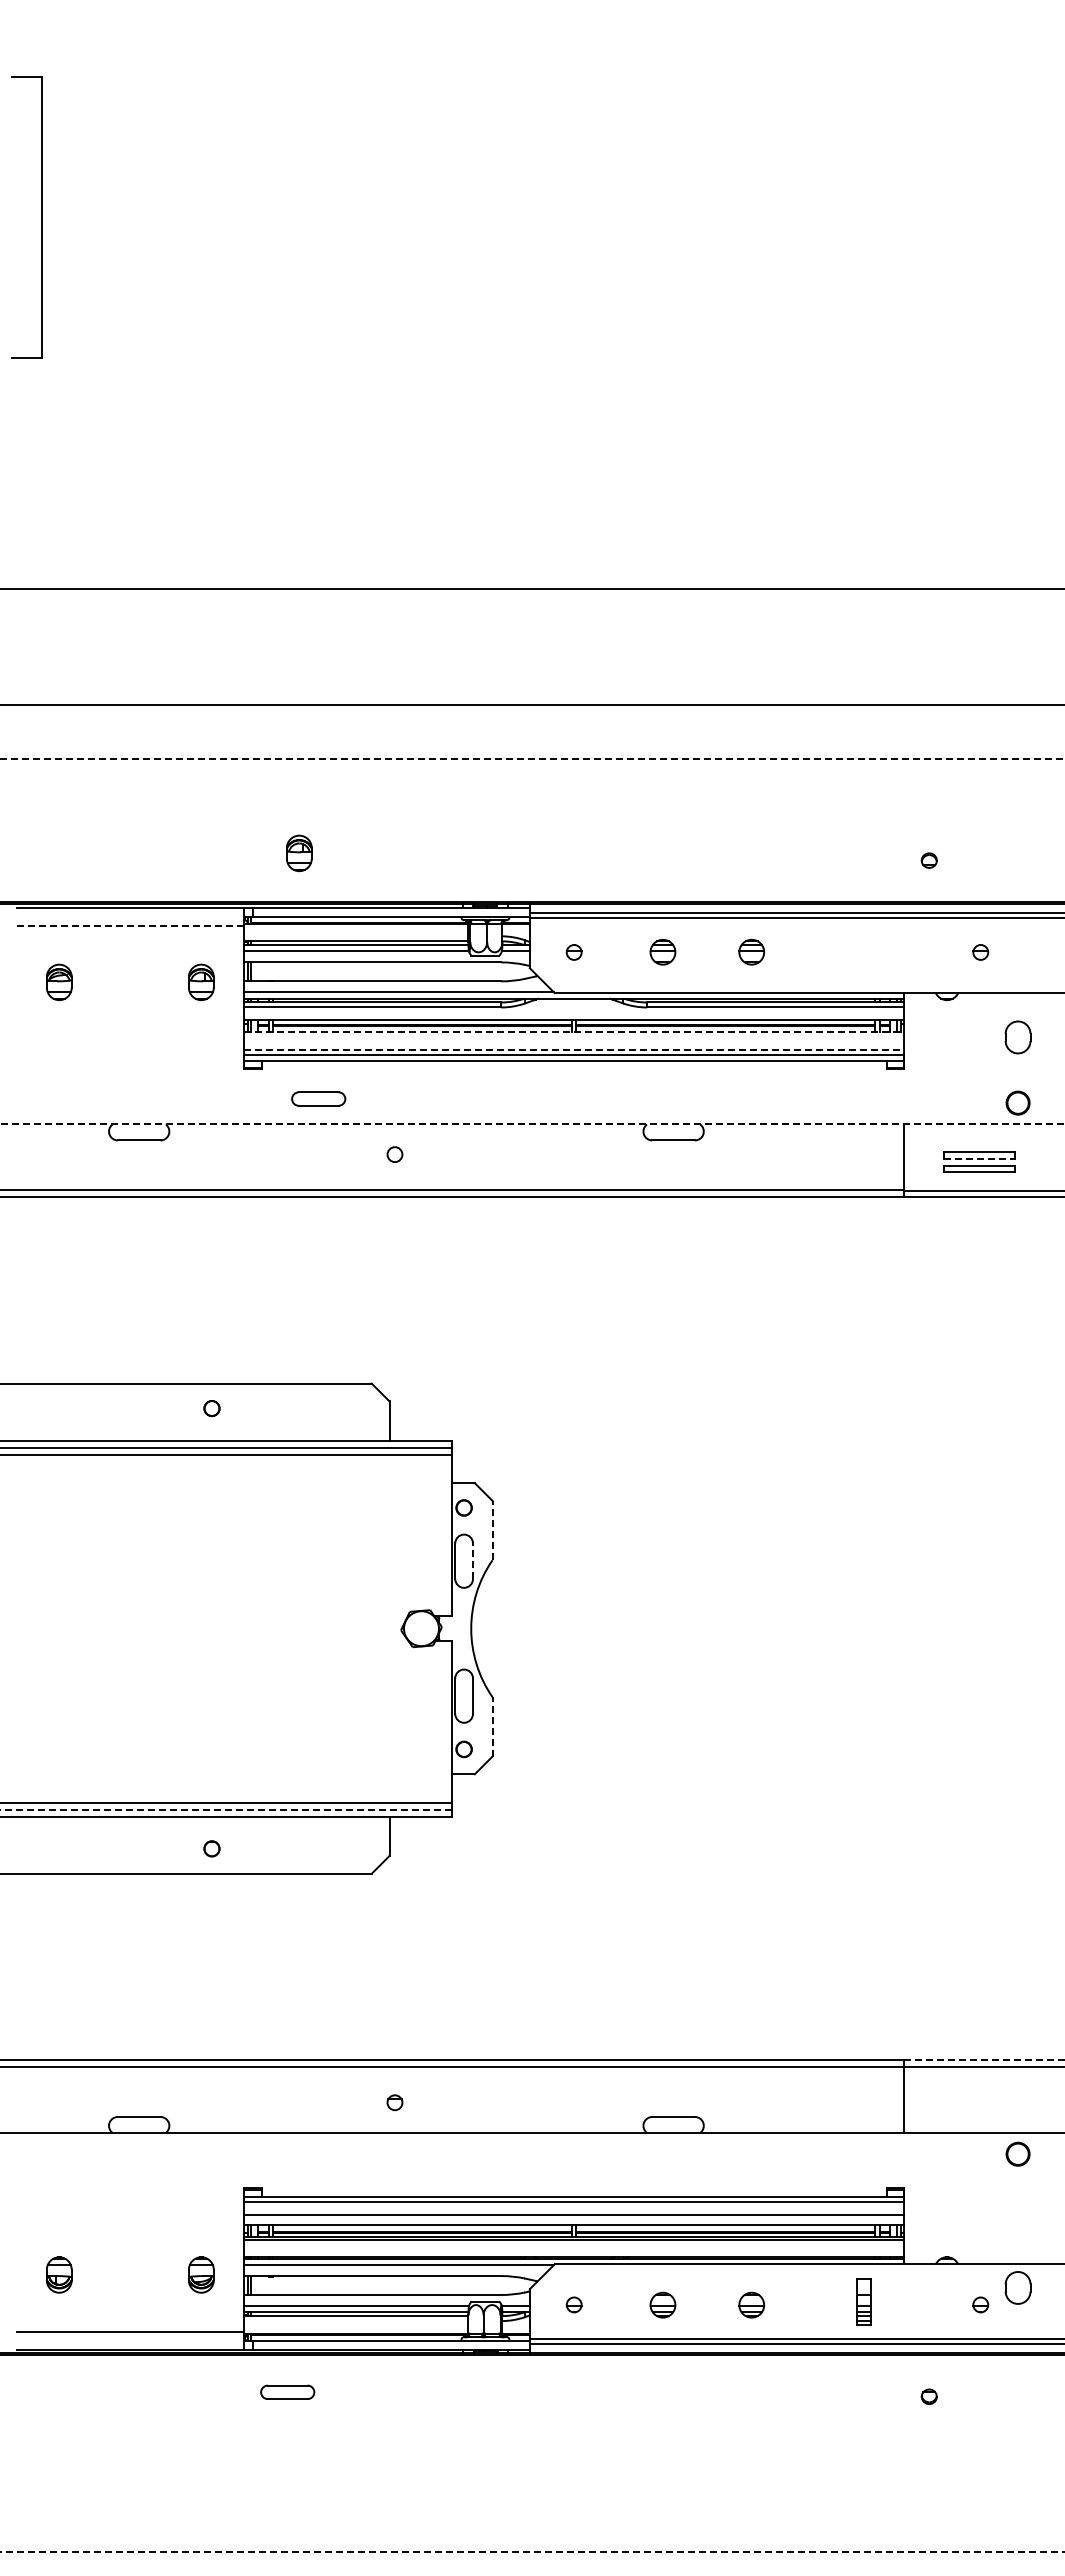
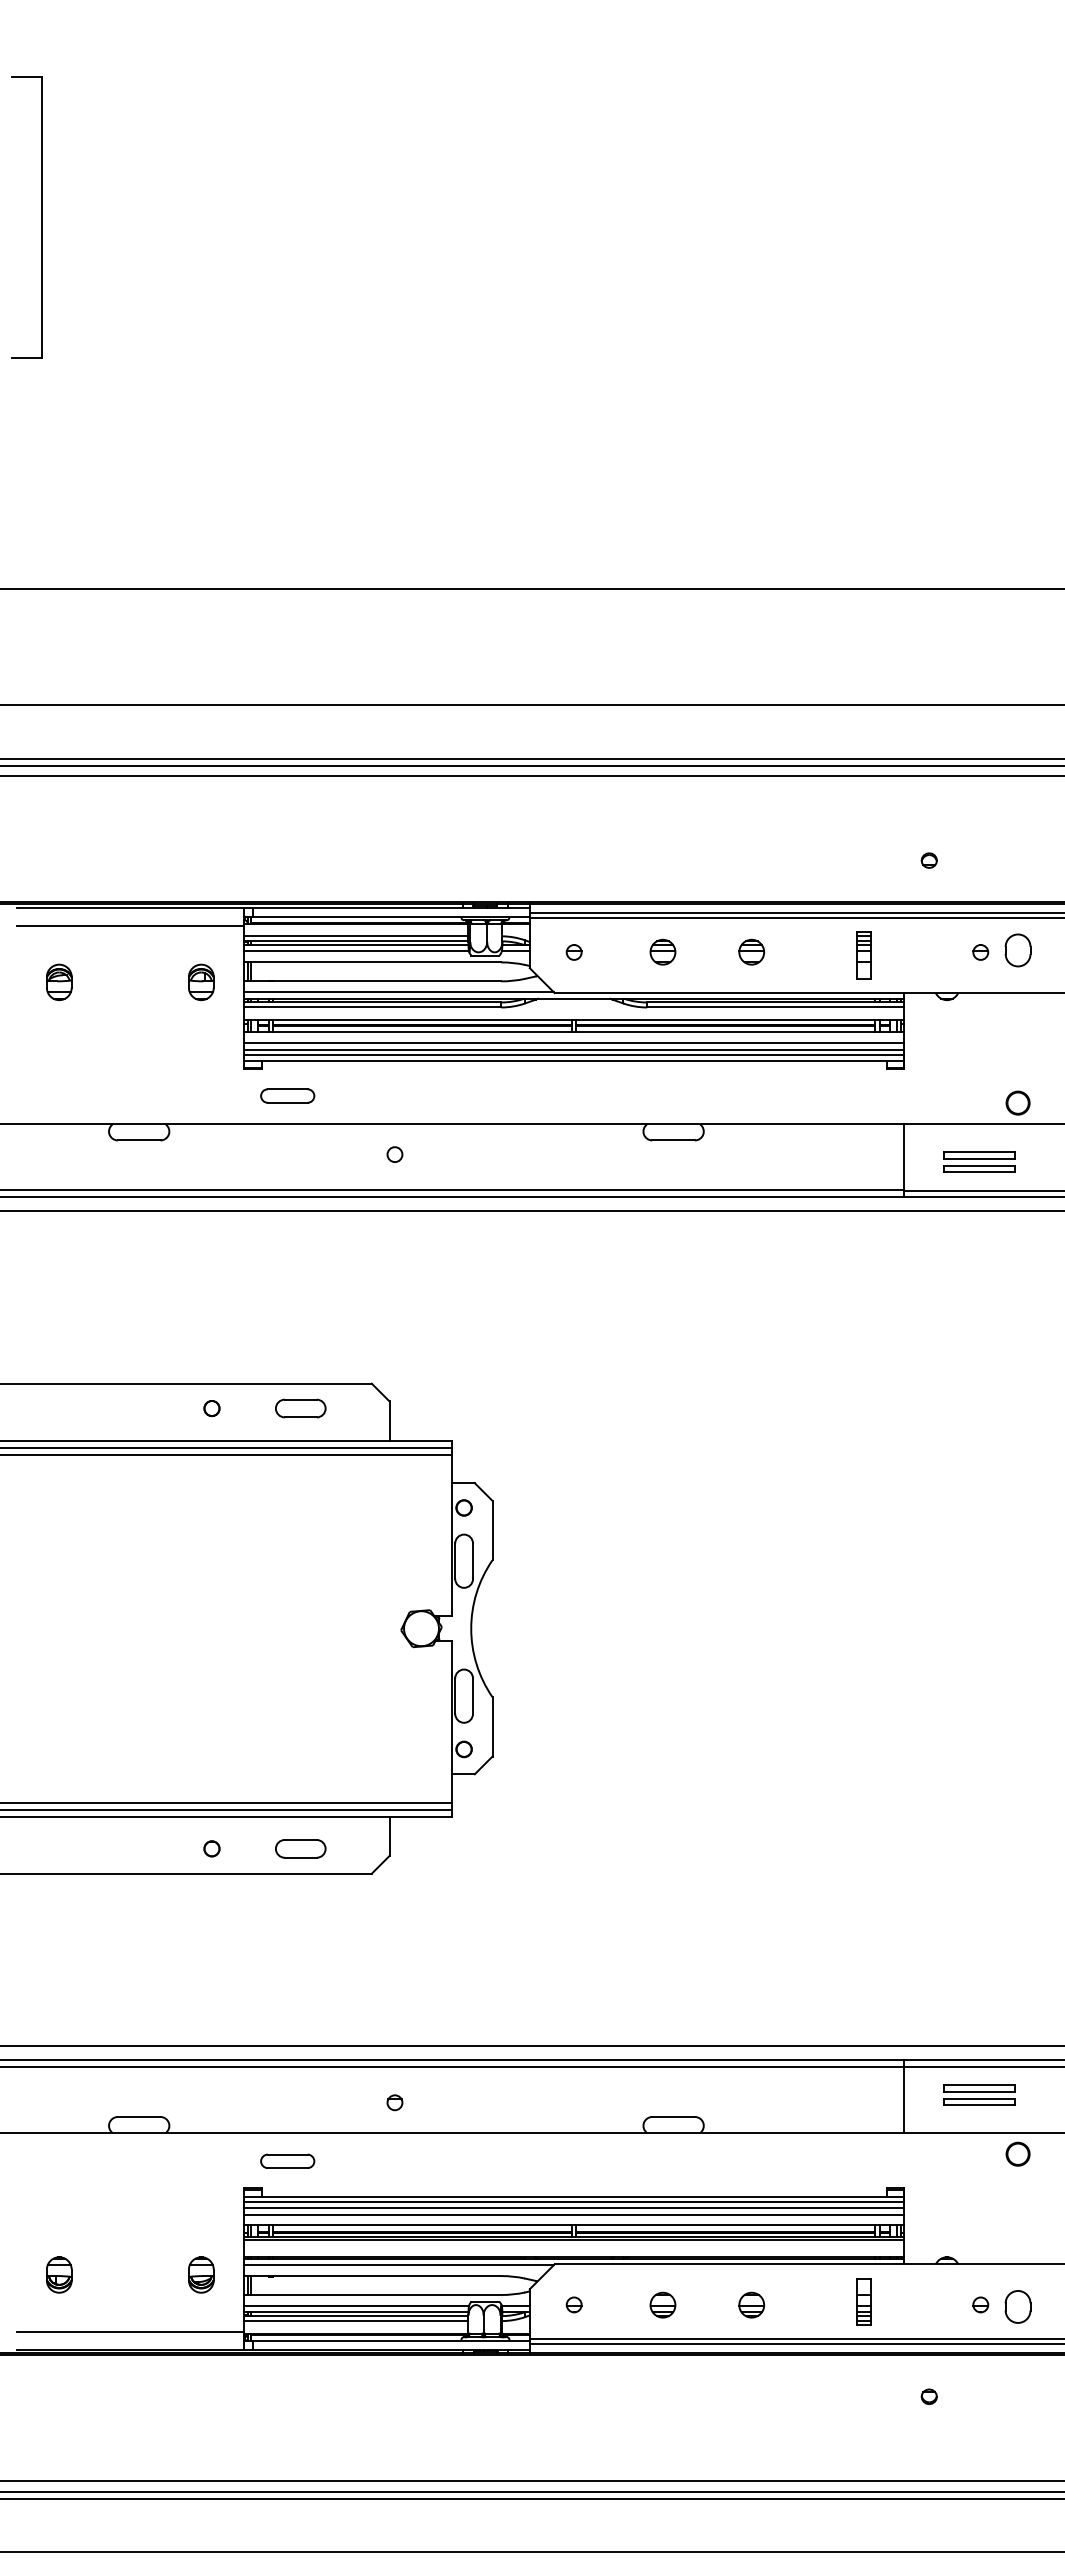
line at (532, 758): dashed -> solid
line at (531, 765): none -> present
line at (531, 776): none -> present
part at (299, 853): present -> none
line at (130, 925): dashed -> solid
line at (355, 936): none -> present
part at (863, 955): none -> present
line at (574, 1032): dashed -> solid
part at (1017, 1037) position: (1017, 1037) -> (1017, 950)
line at (573, 1042): none -> present
line at (574, 1049): dashed -> solid
part at (318, 1098) position: (318, 1098) -> (287, 1095)
line at (532, 1124): dashed -> solid
line at (979, 1158): dashed -> solid
line at (531, 1211): none -> present
part at (300, 1408): none -> present
line at (492, 1530): dashed -> solid
line at (473, 1561): dashed -> solid
line at (492, 1726): dashed -> solid
line at (225, 1809): dashed -> solid
part at (300, 1848): none -> present
line at (531, 2045): none -> present
line at (984, 2060): dashed -> solid
part at (979, 2094): none -> present
line at (573, 2207): none -> present
part at (1017, 2287) position: (1017, 2287) -> (1017, 2306)
line at (355, 2321): none -> present
part at (287, 2391) position: (287, 2391) -> (287, 2160)
line at (531, 2481): none -> present
line at (531, 2491): none -> present
line at (531, 2498): none -> present
line at (531, 2551): dashed -> solid
